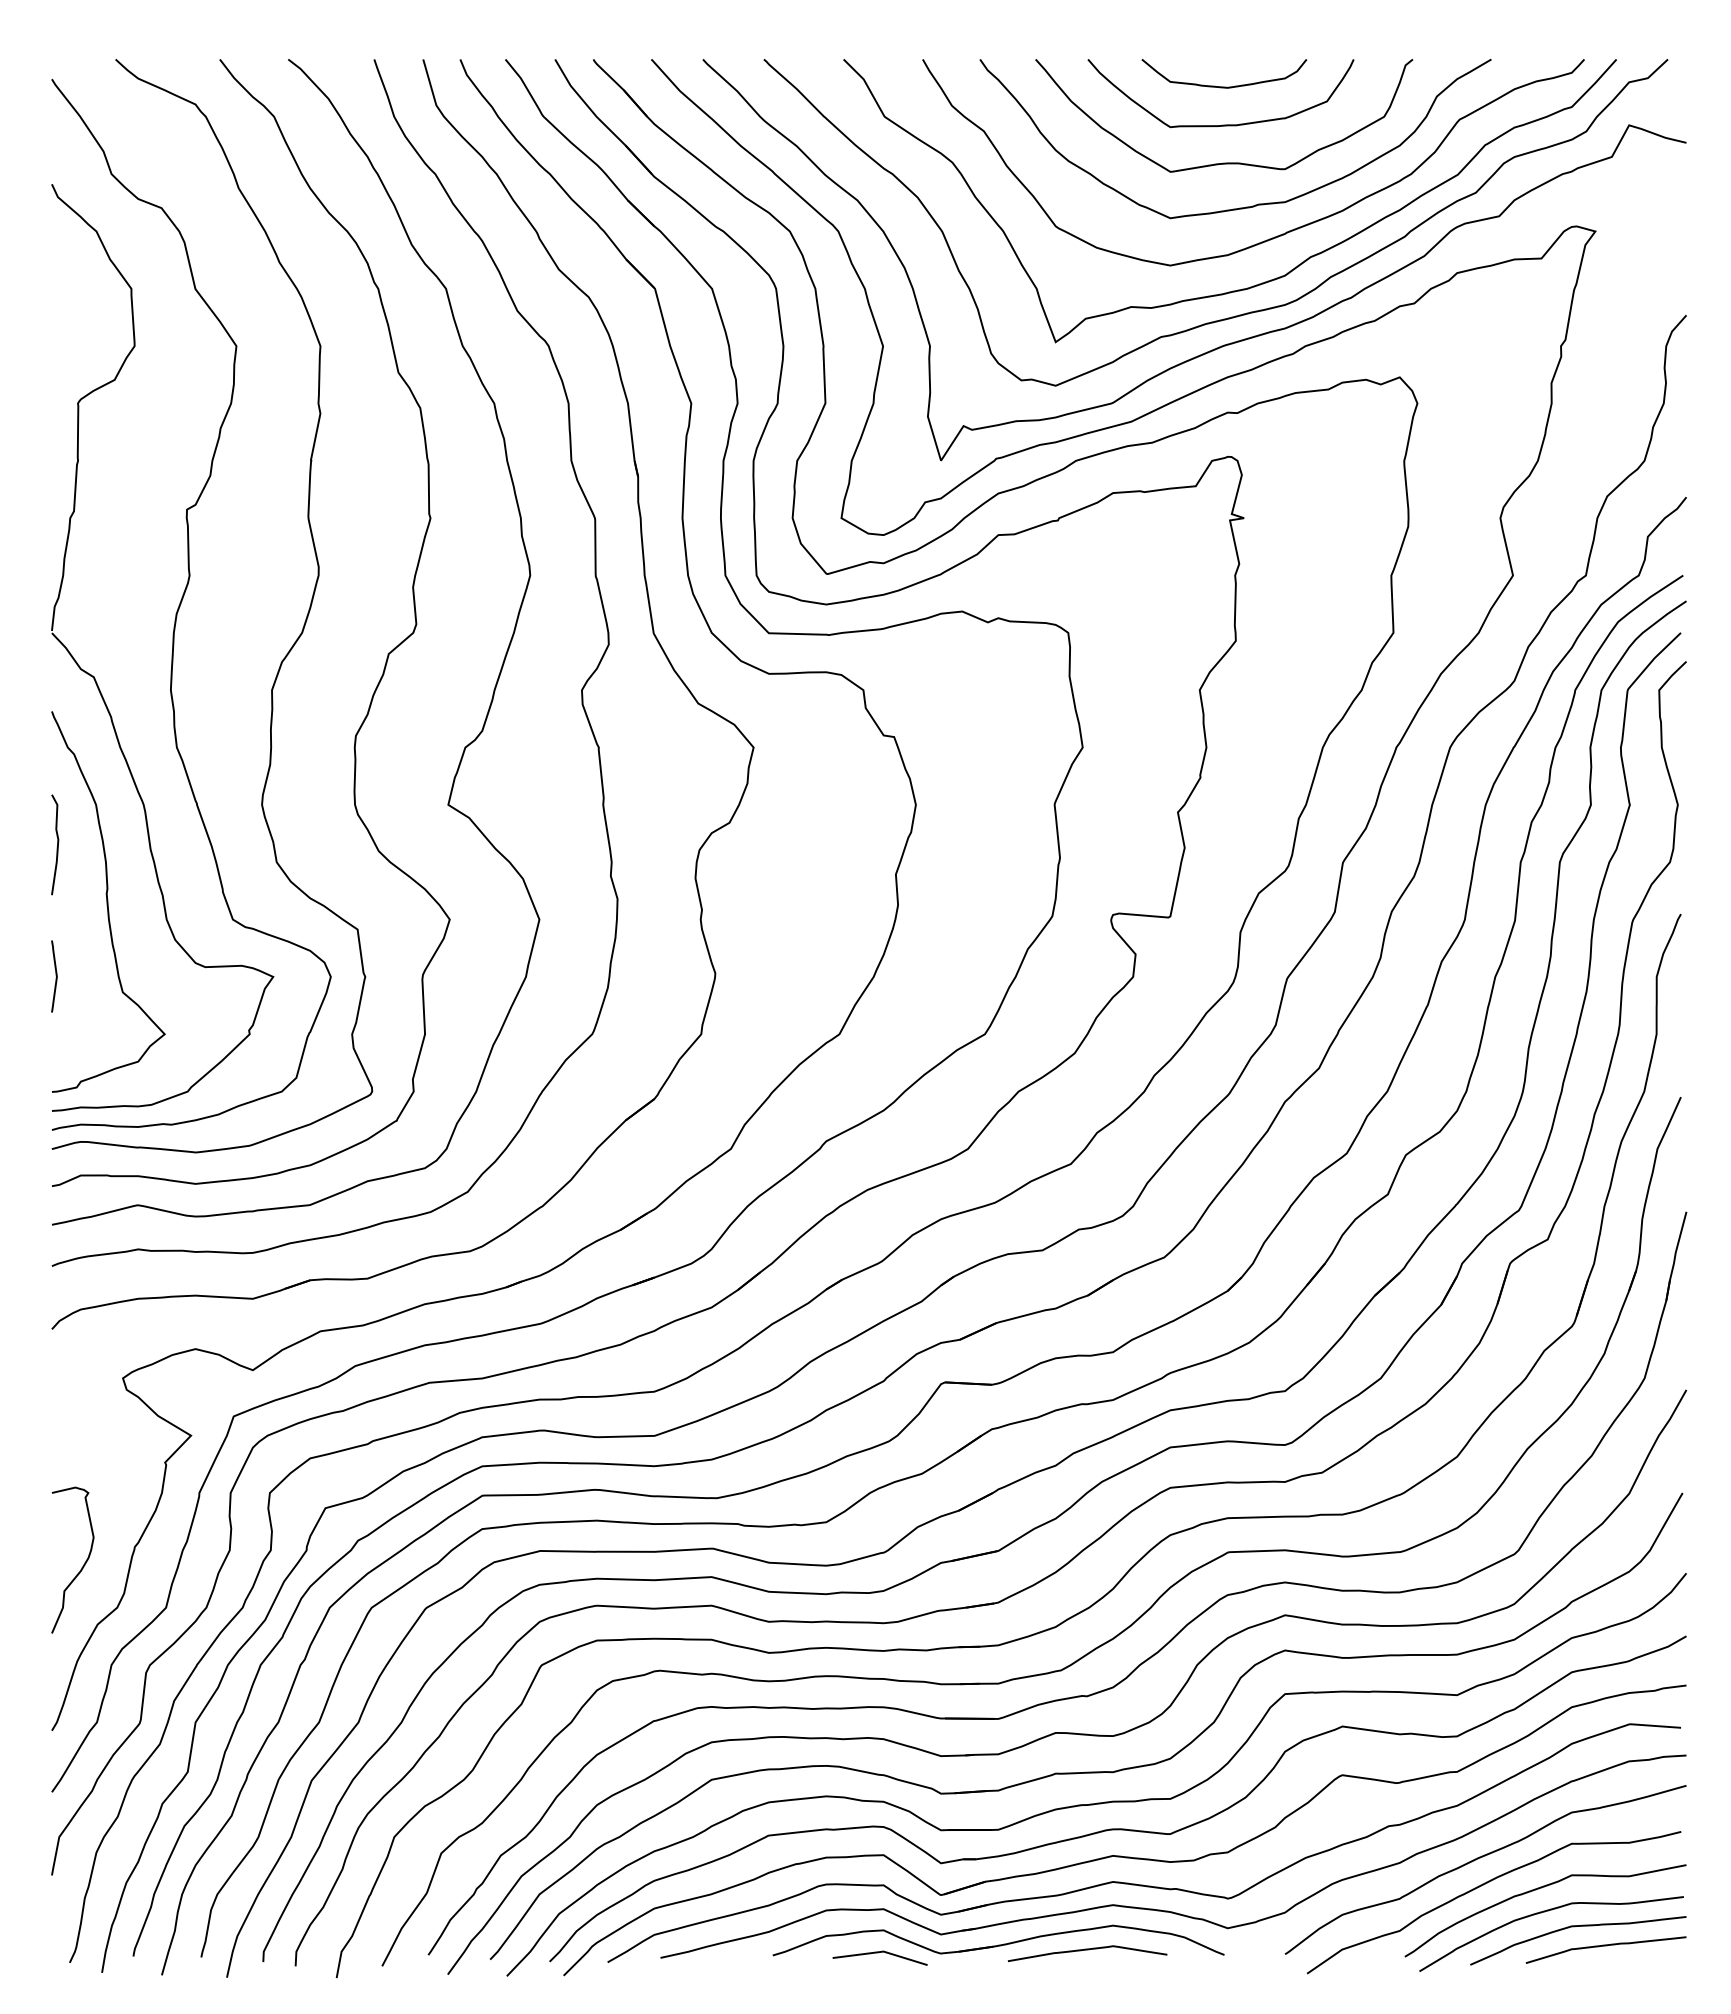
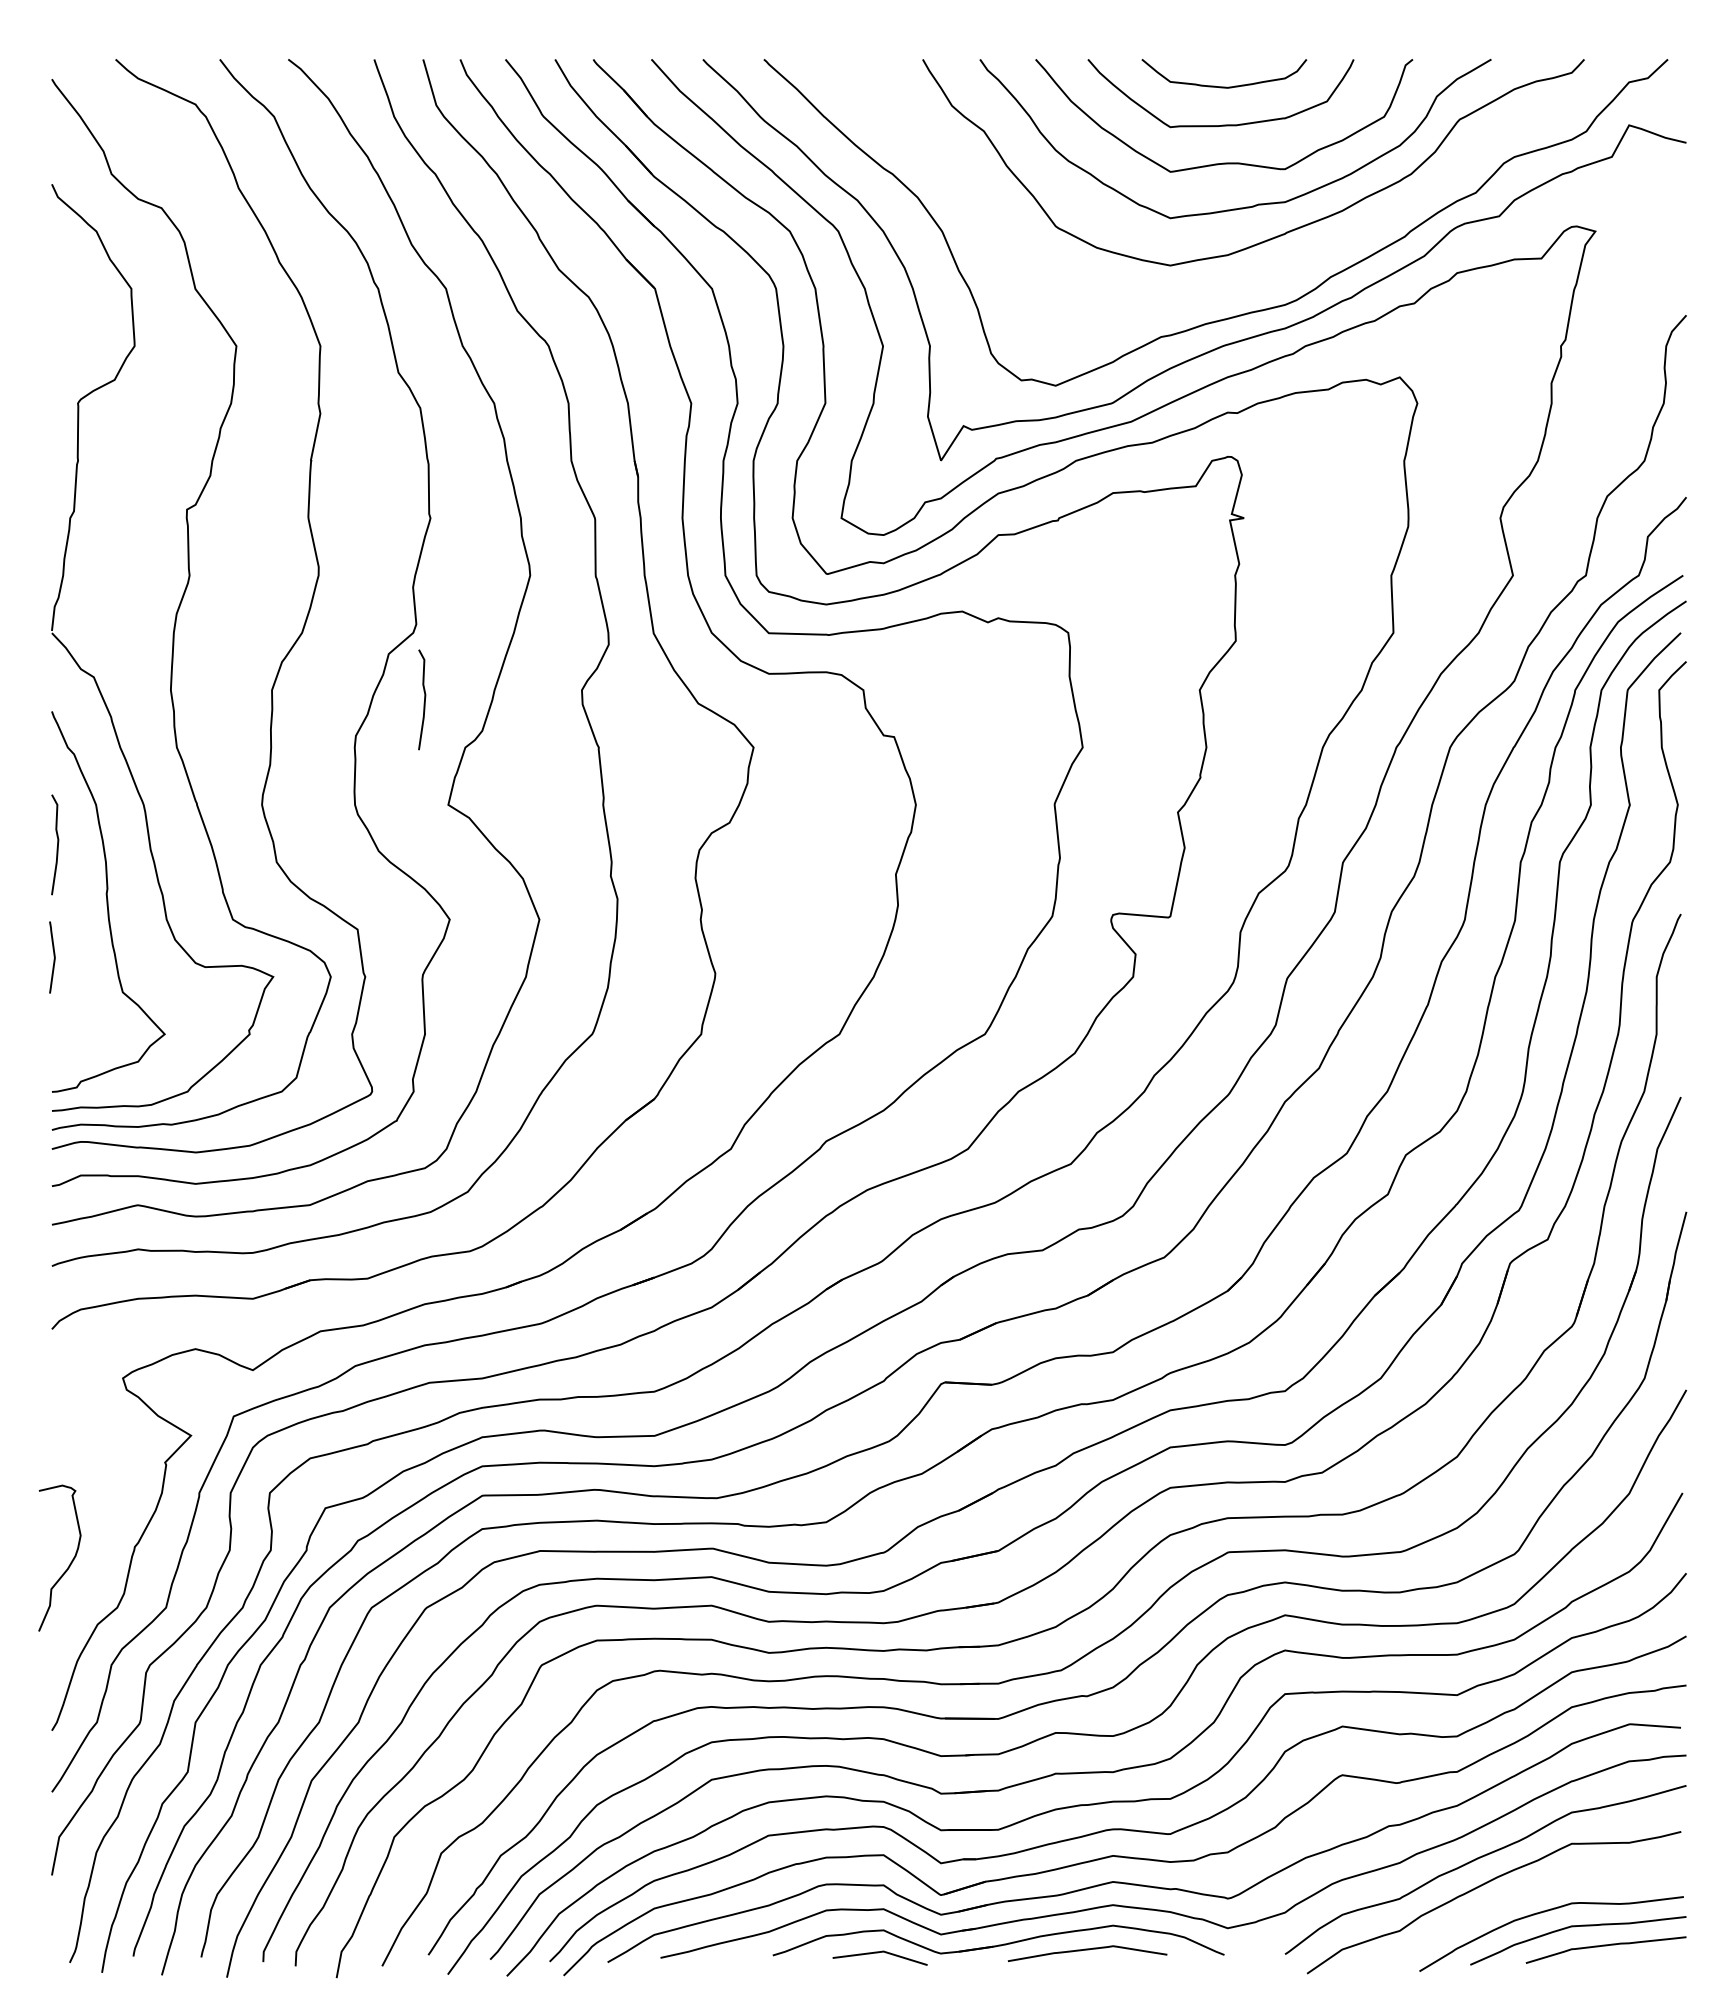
curve at (1256, 284): present -> none
curve at (424, 699): none -> present
curve at (55, 975) position: (55, 975) -> (53, 956)
curve at (81, 1567) position: (81, 1567) -> (68, 1565)
curve at (1536, 1890): present -> none
